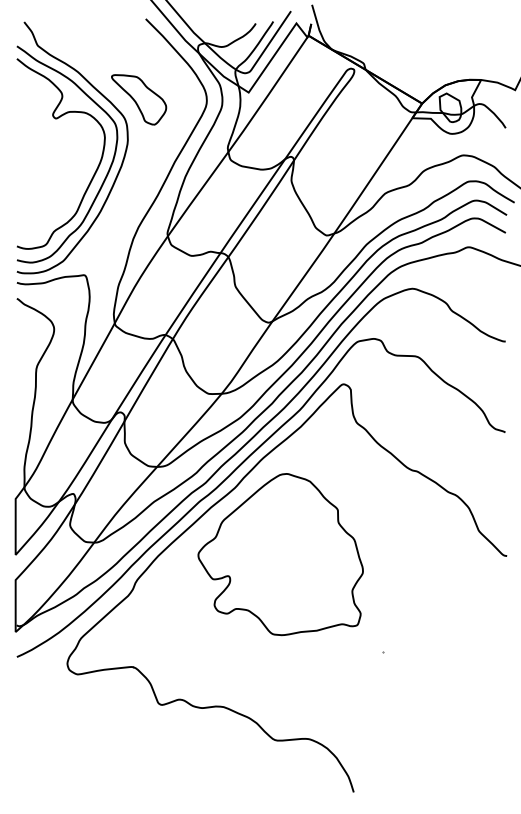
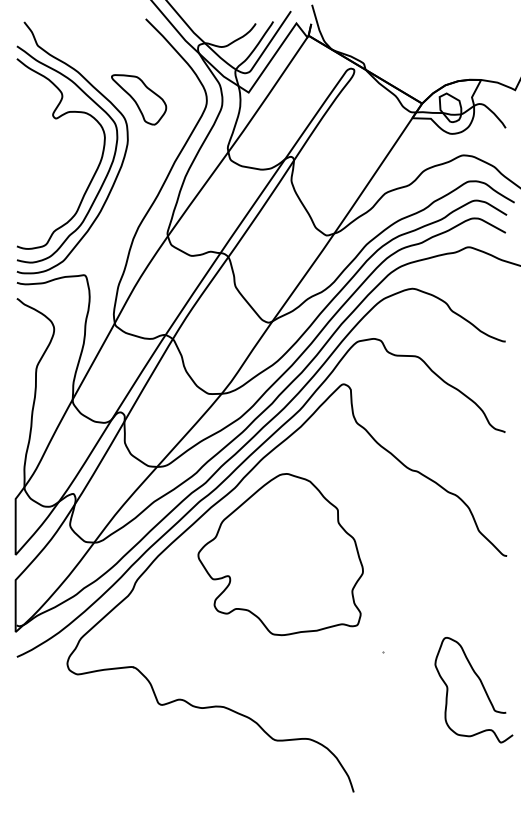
curve at (481, 685): none -> present
